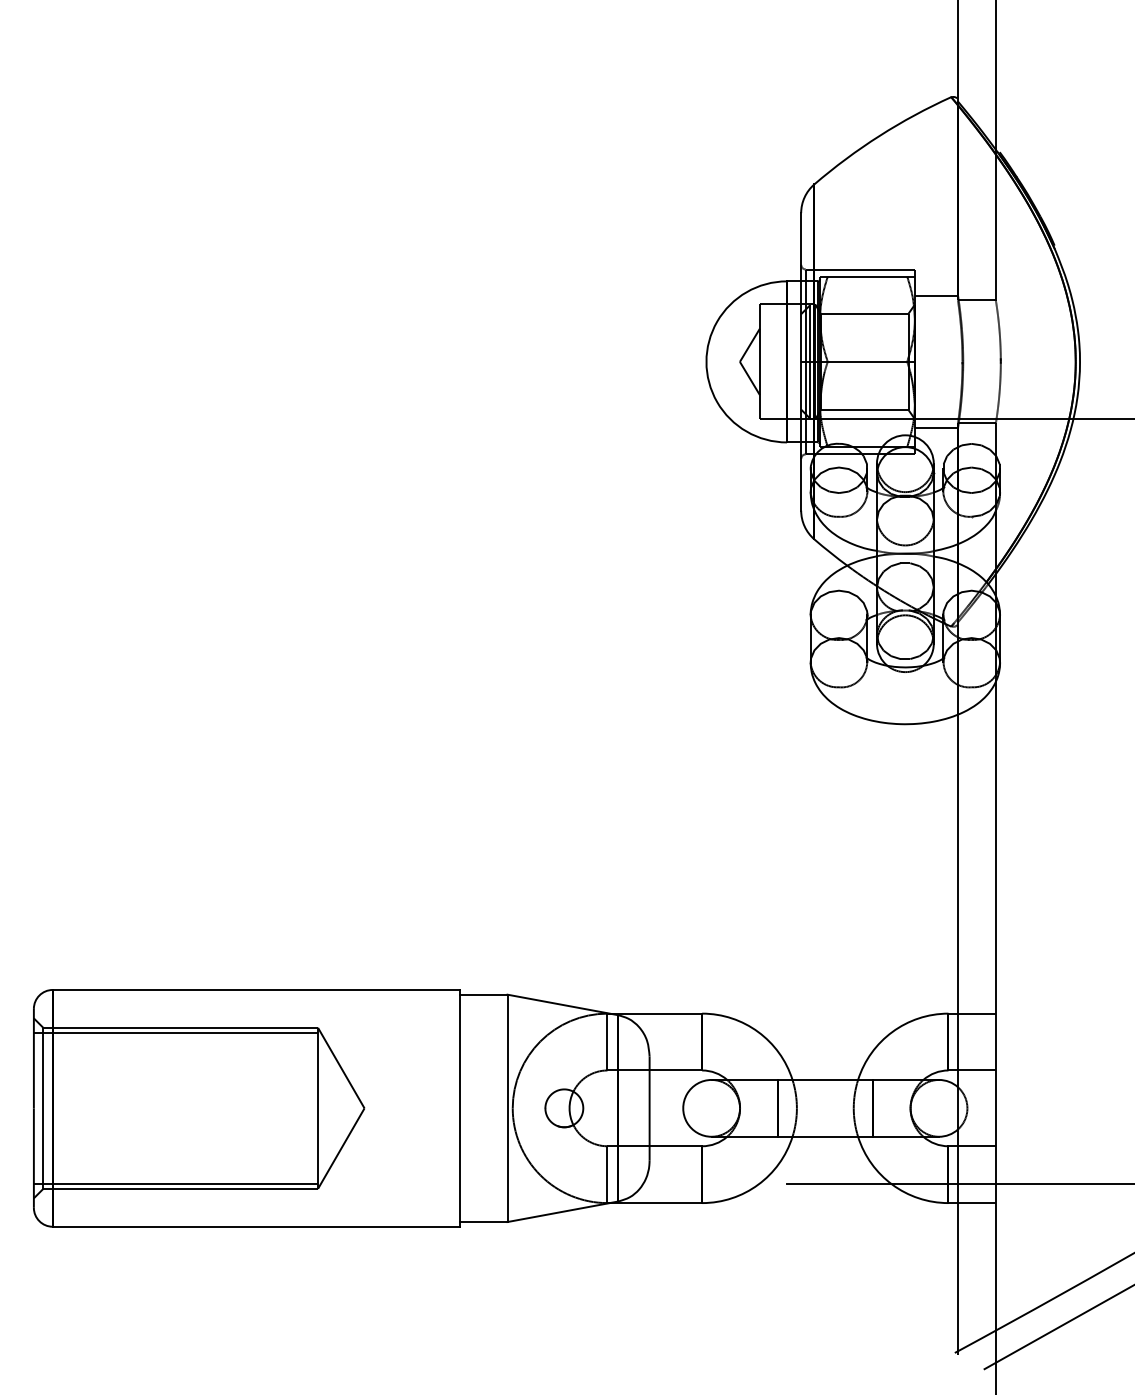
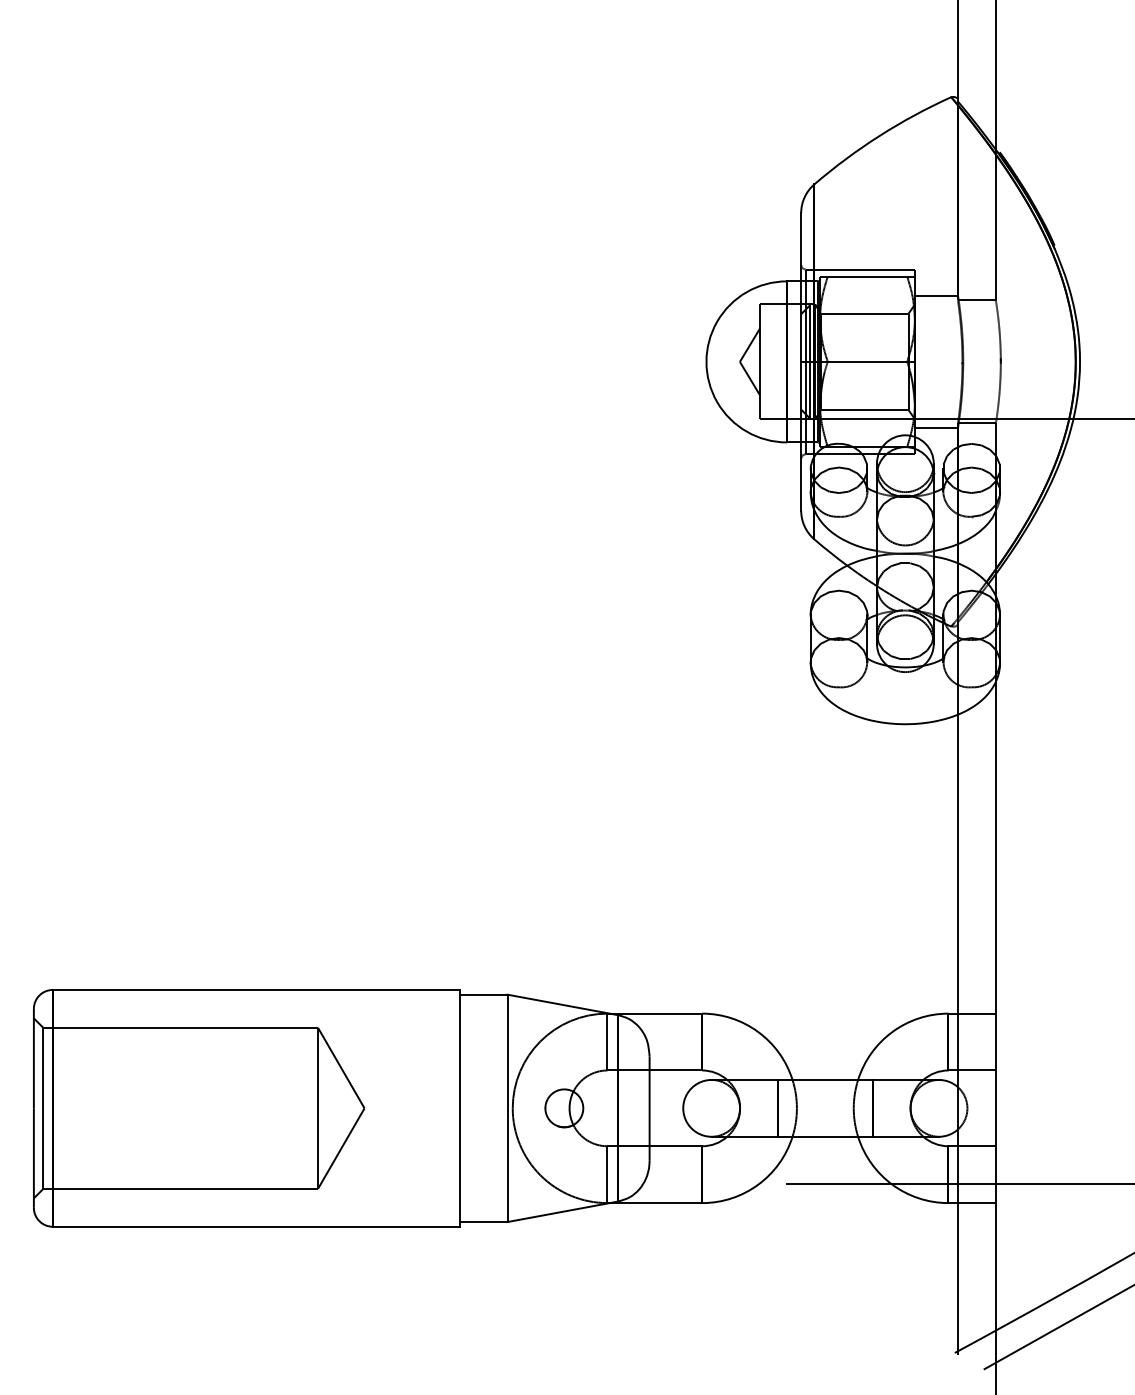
line at (175, 1032): present -> none
line at (175, 1184): present -> none
